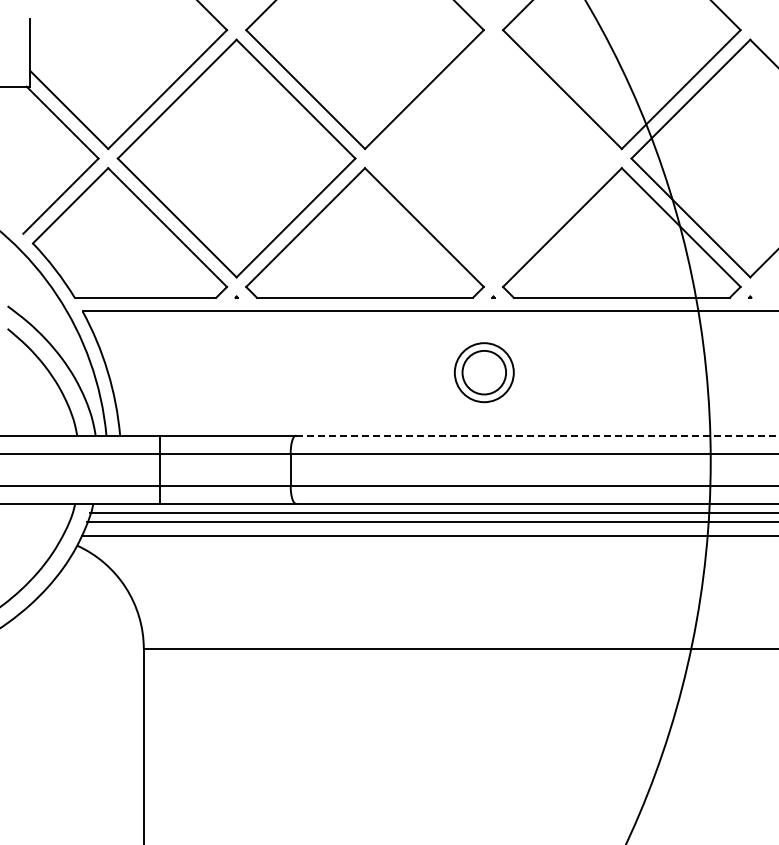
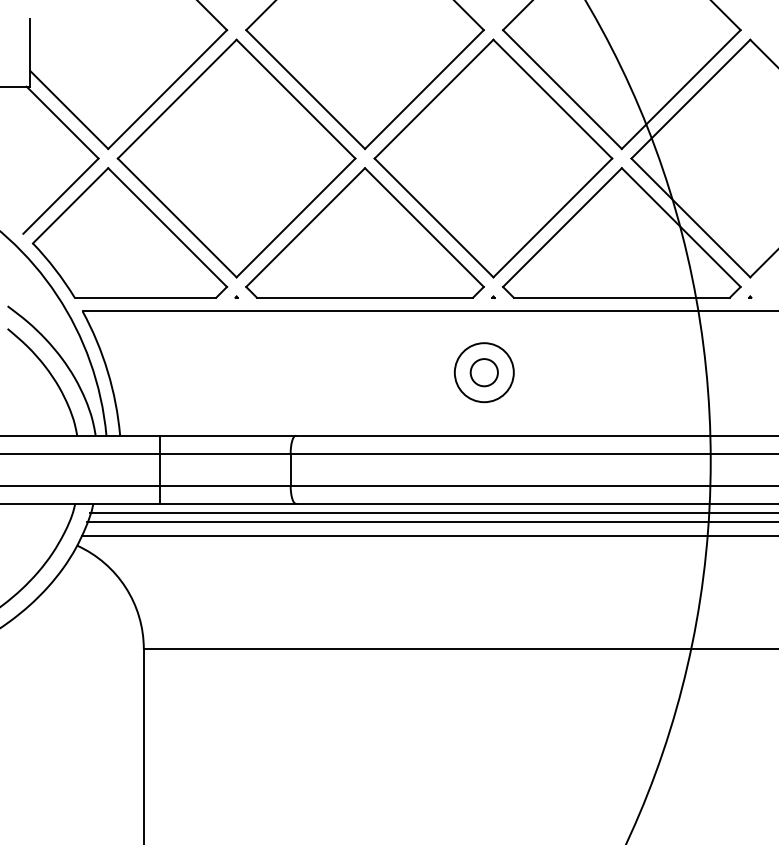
part at (493, 158): none -> present
circle at (484, 372) diameter: 44 px -> 27 px
line at (537, 435): dashed -> solid
